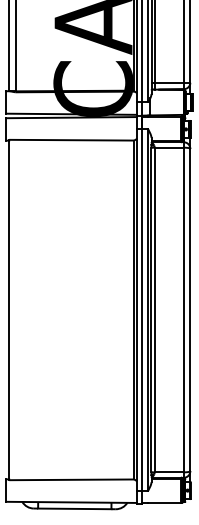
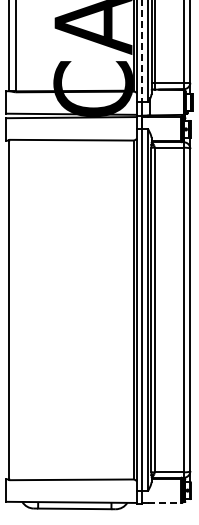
line at (141, 51): solid -> dashed
line at (164, 503): solid -> dashed
